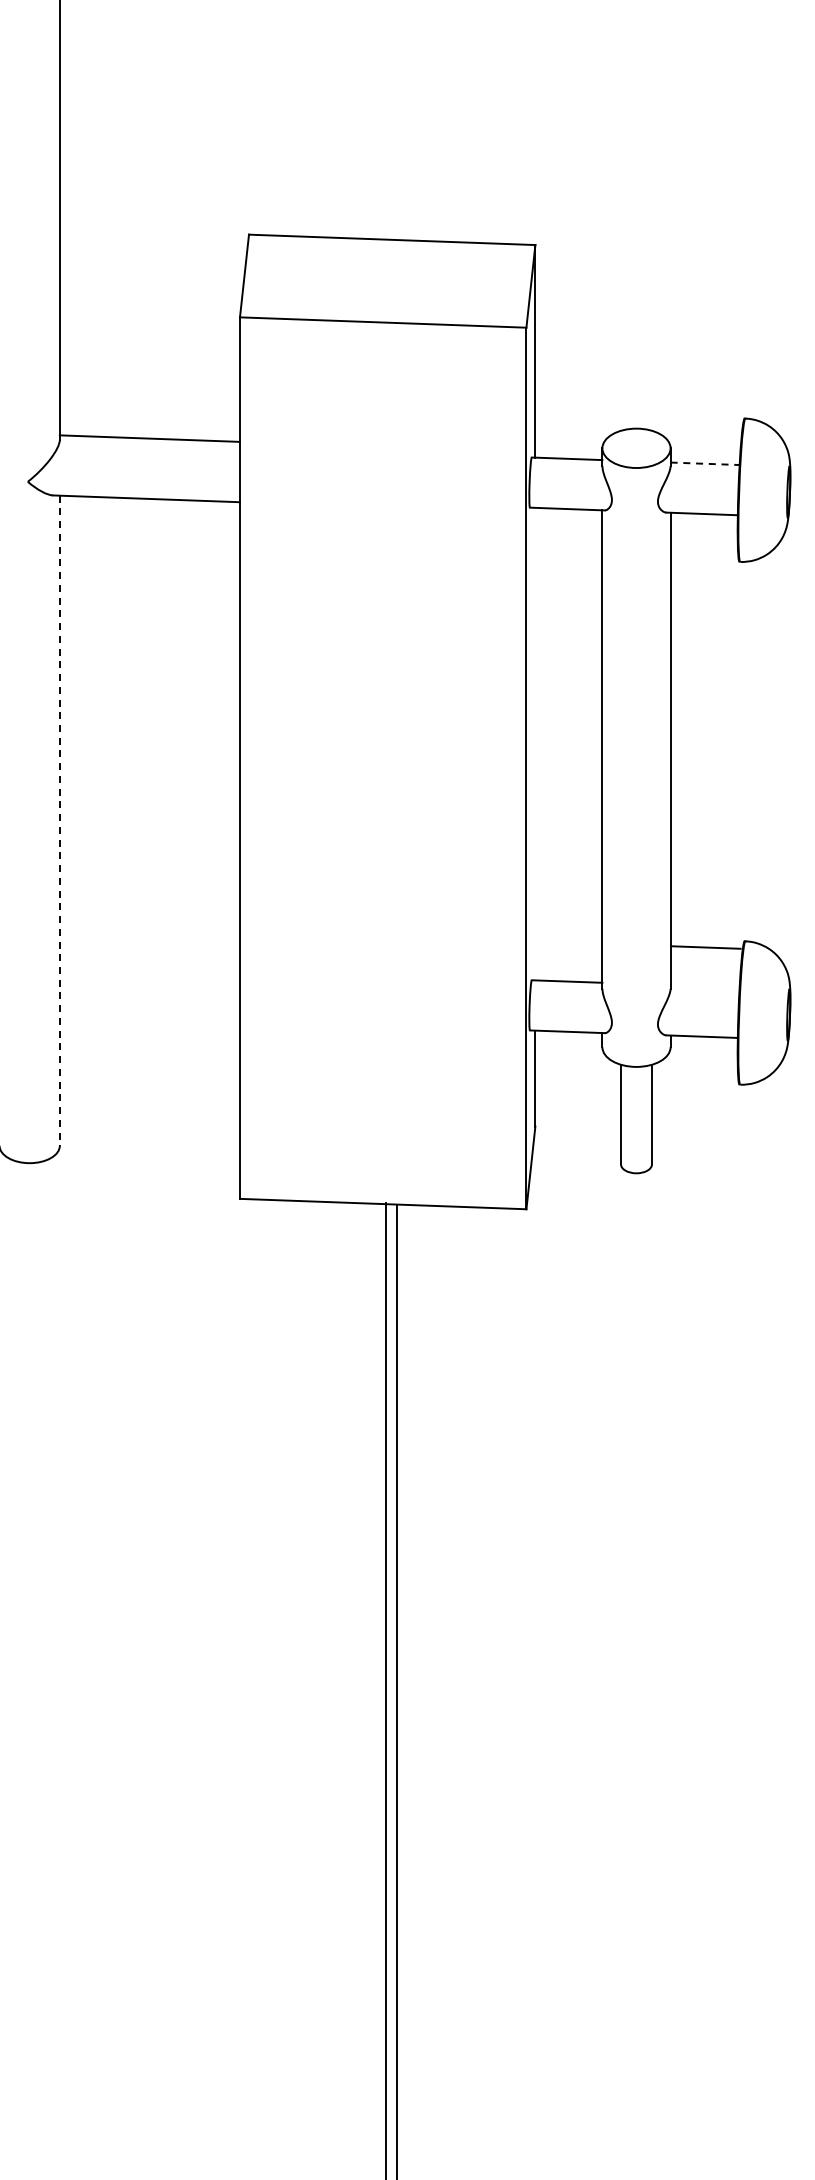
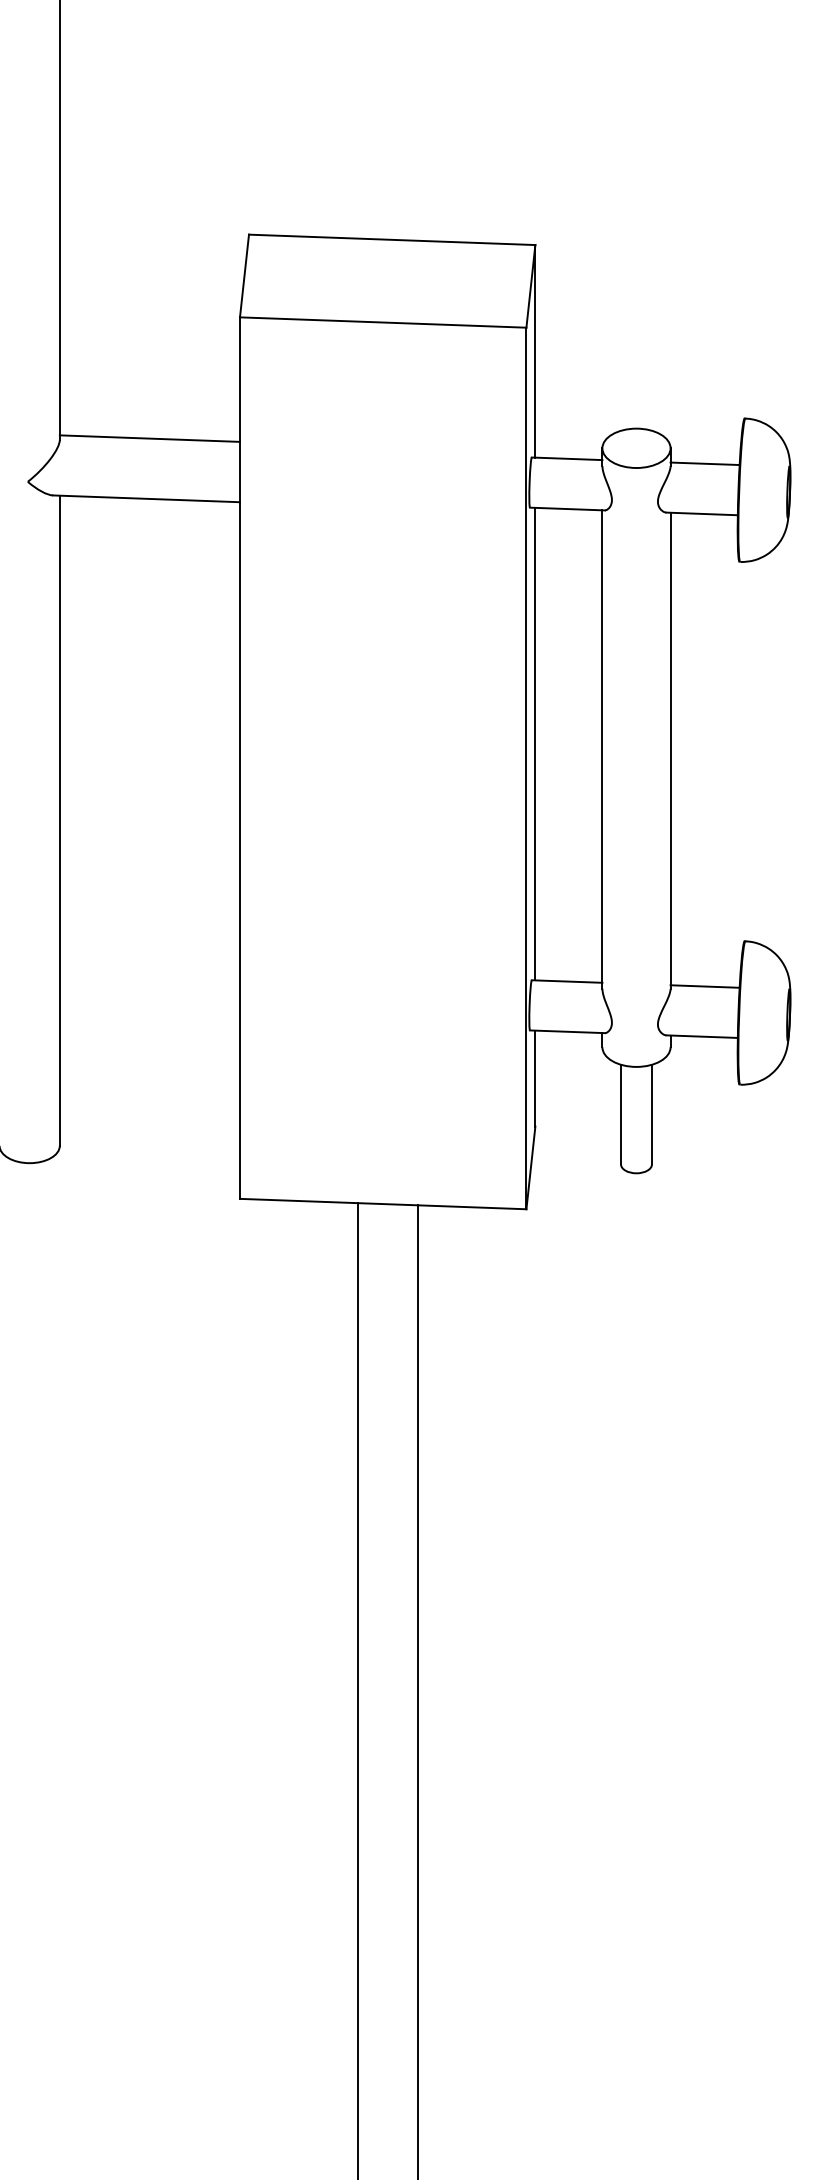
line at (705, 463): dashed -> solid
line at (535, 743): none -> present
line at (59, 821): dashed -> solid
line at (705, 947) position: (705, 947) -> (704, 986)
line at (385, 1689) position: (385, 1689) -> (357, 1689)
line at (396, 1690) position: (396, 1690) -> (417, 1690)
